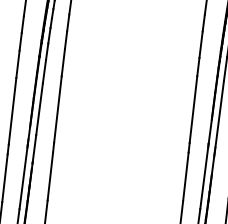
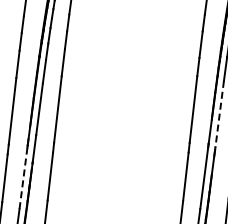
line at (219, 114): solid -> dashed
line at (23, 177): solid -> dashed
